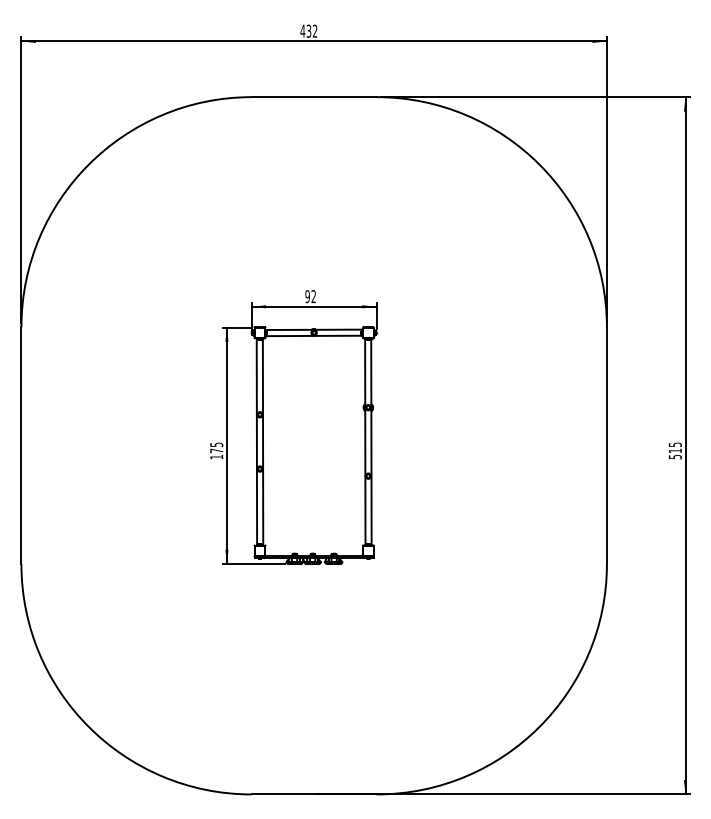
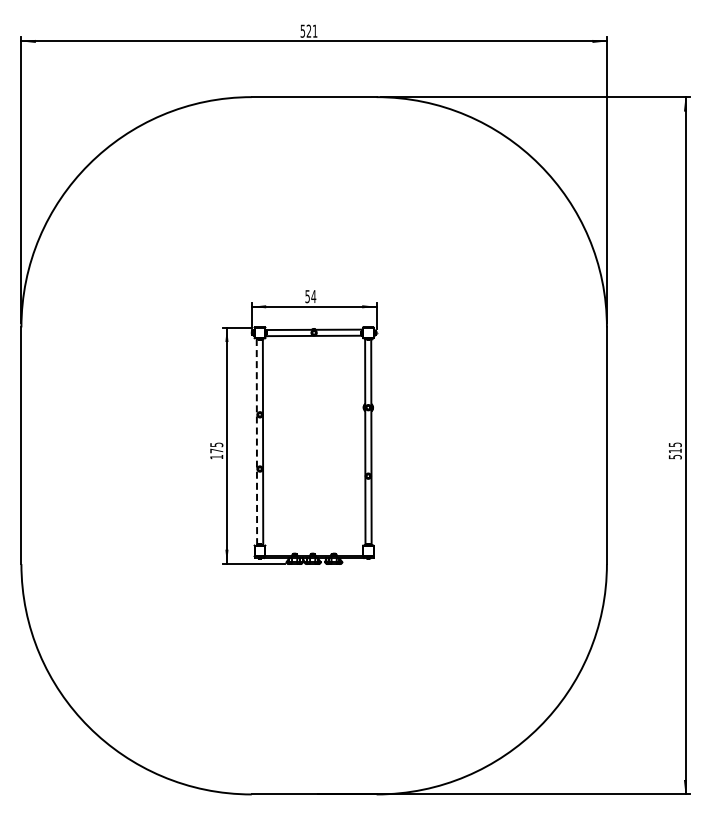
text at (308, 30): 432 -> 521
text at (310, 296): 92 -> 54
line at (256, 441): solid -> dashed
